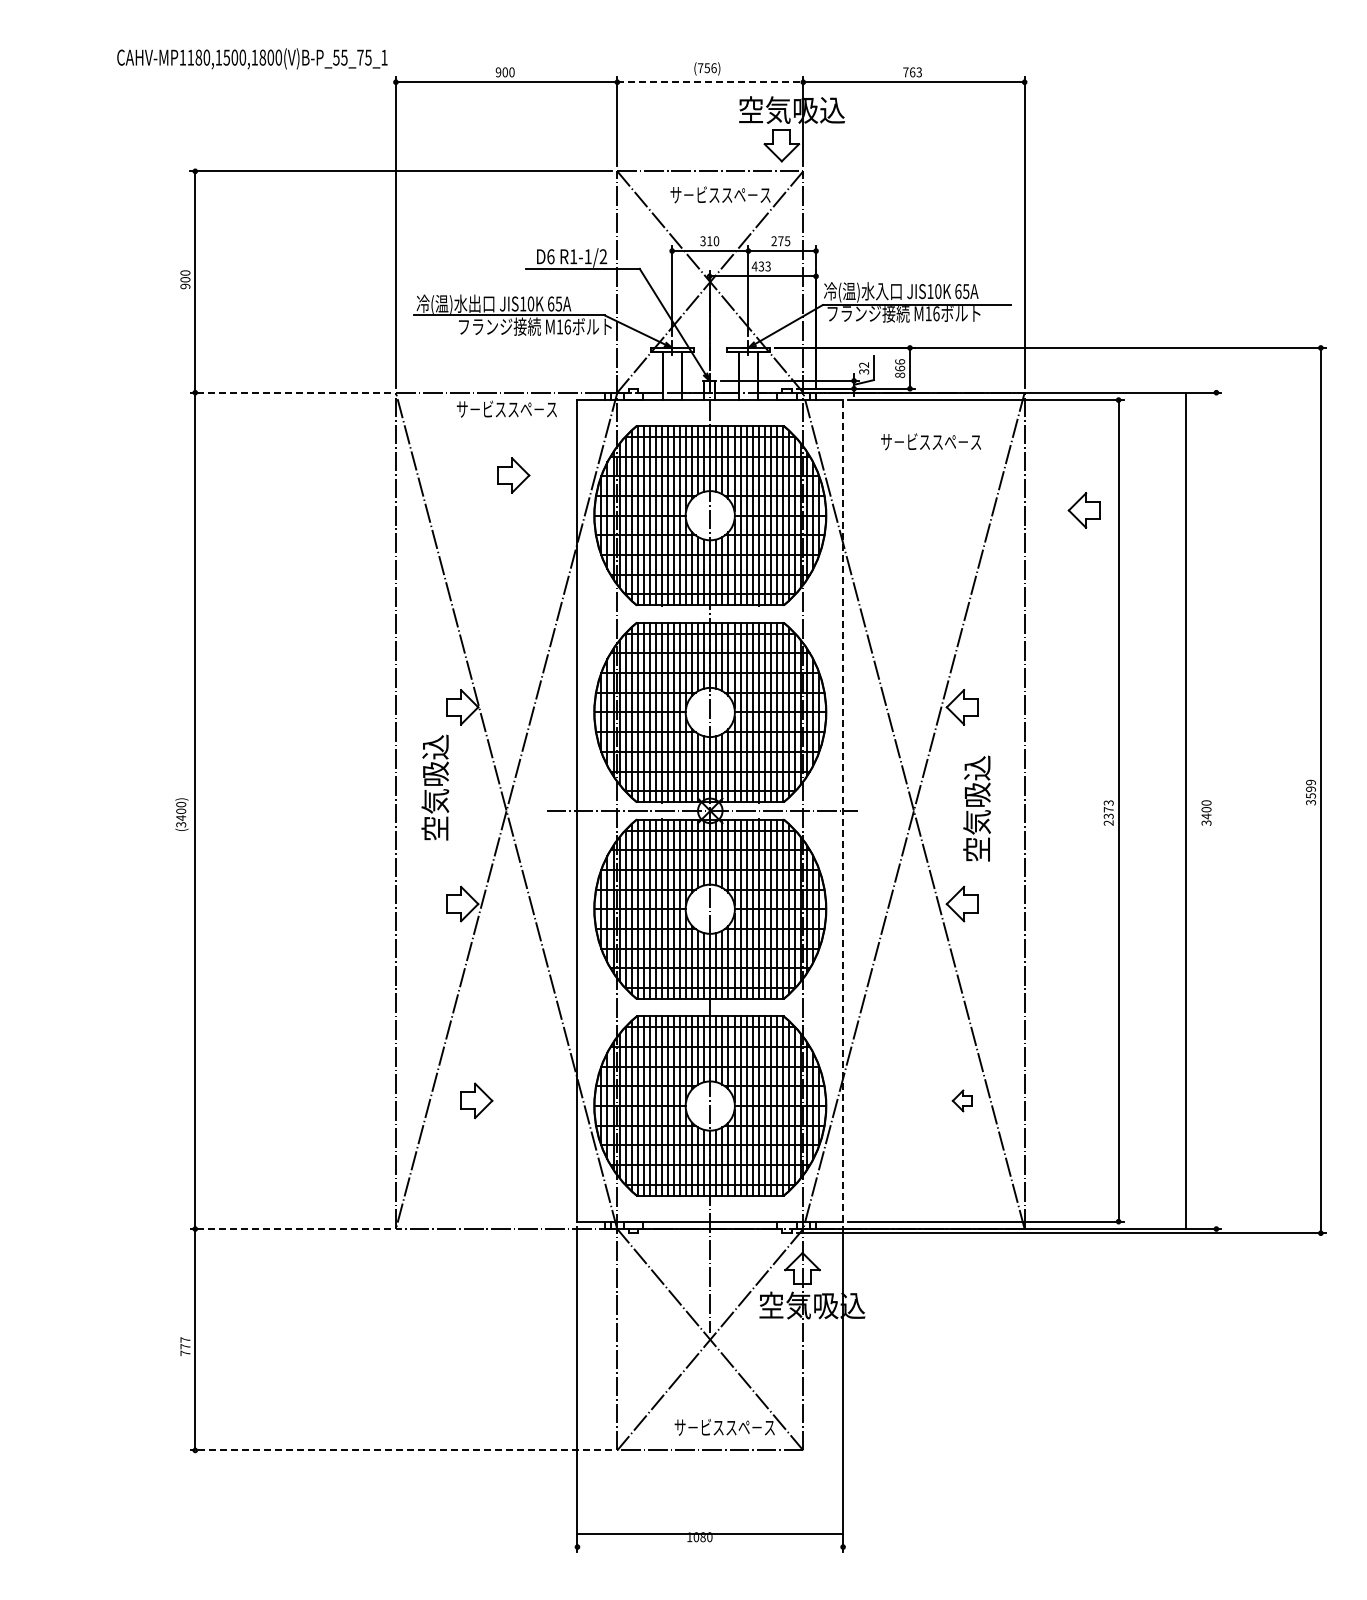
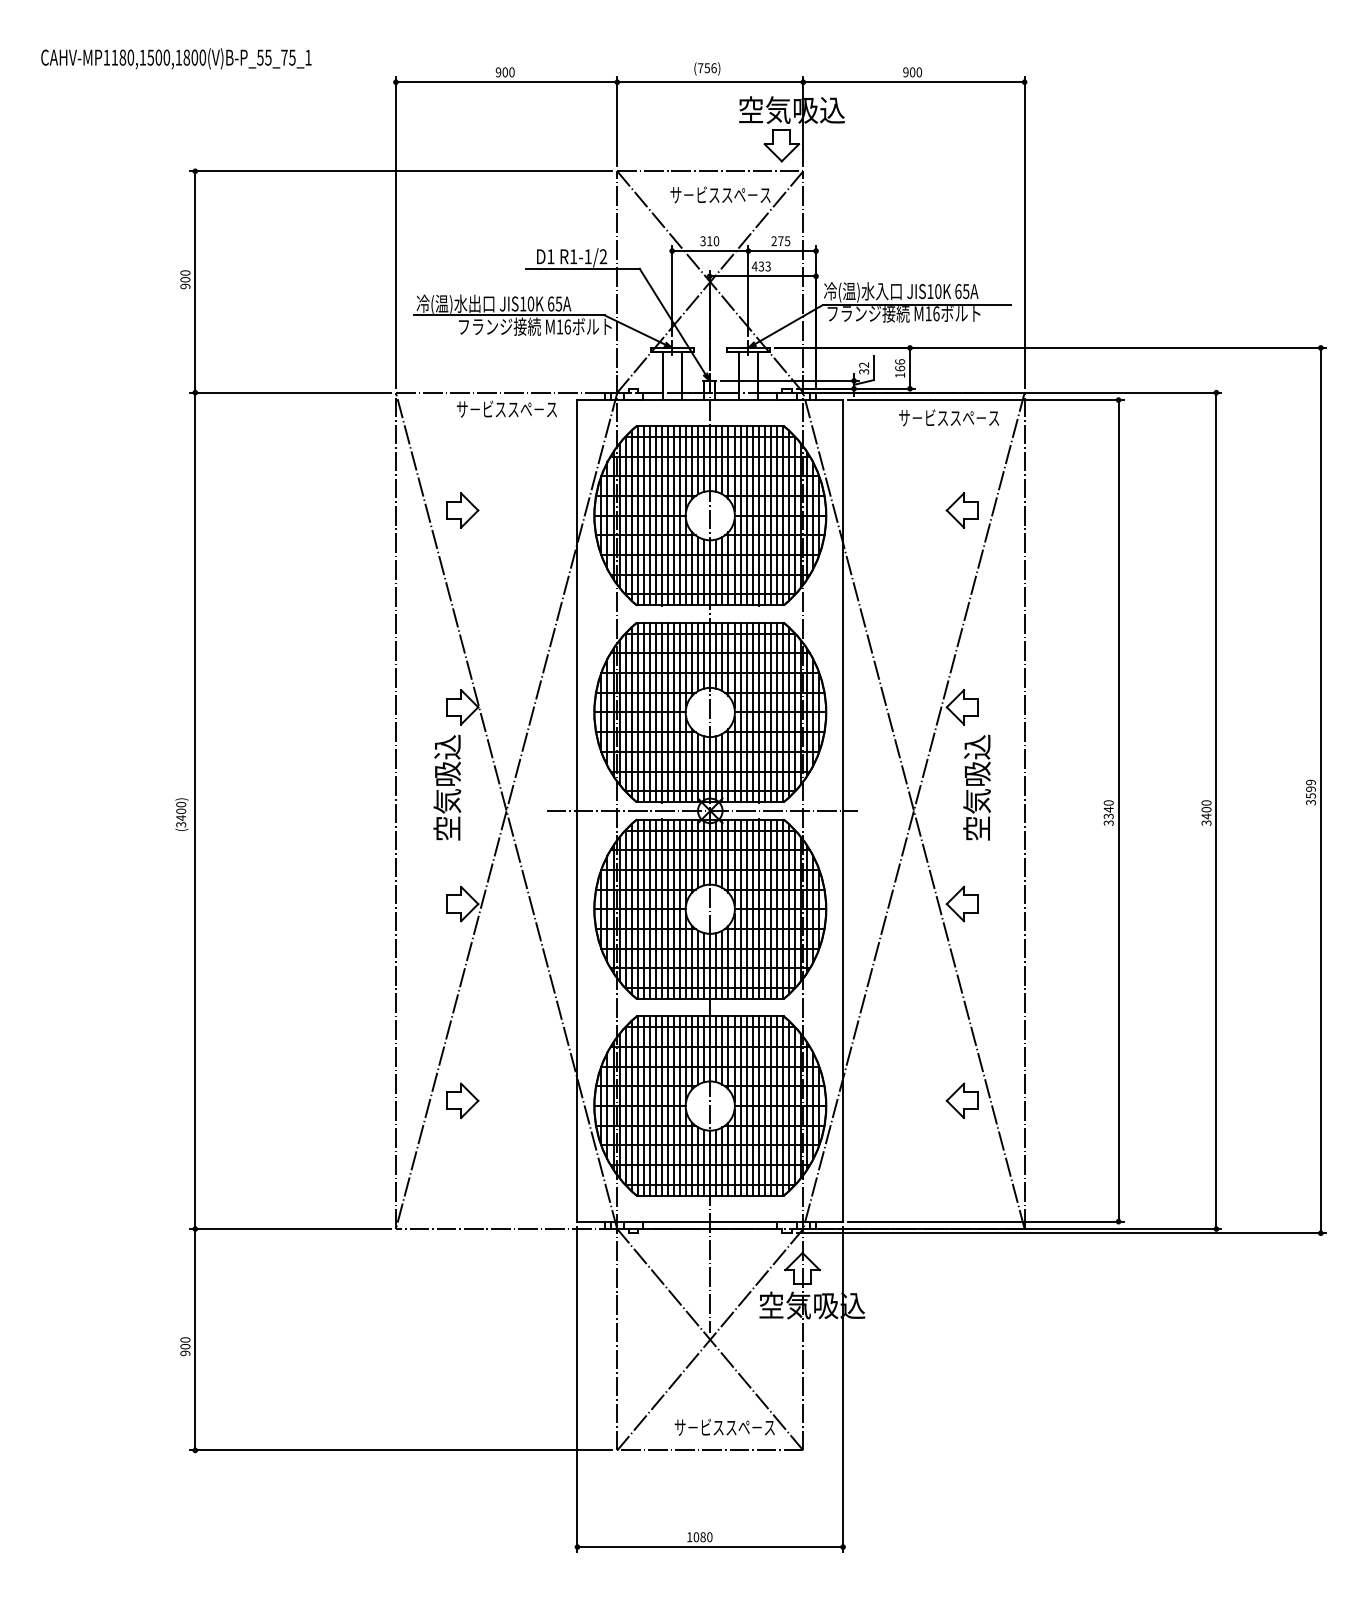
text at (252, 58) position: (252, 58) -> (176, 58)
text at (912, 72): 763 -> 900
line at (710, 82): dashed -> solid
text at (550, 256): D6 -> D1
text at (900, 375): 866 -> 166
line at (290, 392): dashed -> solid
text at (930, 441) position: (930, 441) -> (948, 417)
part at (513, 475) position: (513, 475) -> (462, 510)
part at (1083, 510) position: (1083, 510) -> (961, 510)
text at (435, 787) position: (435, 787) -> (447, 787)
text at (976, 808) position: (976, 808) -> (976, 787)
line at (843, 810): dashed -> solid
line at (1186, 810) position: (1186, 810) -> (1216, 810)
text at (1108, 812): 2373 -> 3340
part at (476, 1100) position: (476, 1100) -> (462, 1100)
part at (961, 1100) size: 22x24 px -> 34x38 px
line at (290, 1229): dashed -> solid
text at (185, 1346): 777 -> 900
line at (400, 1450): dashed -> solid
line at (710, 1534) position: (710, 1534) -> (710, 1547)
